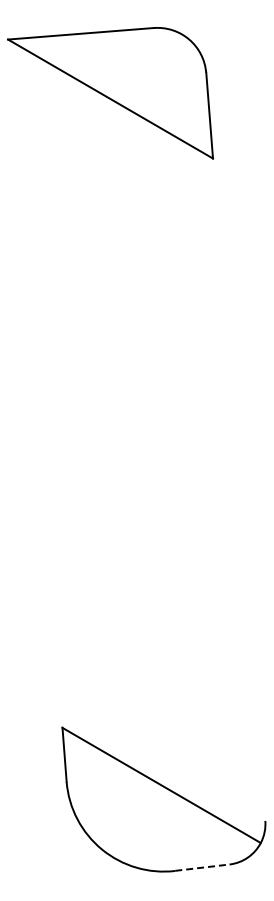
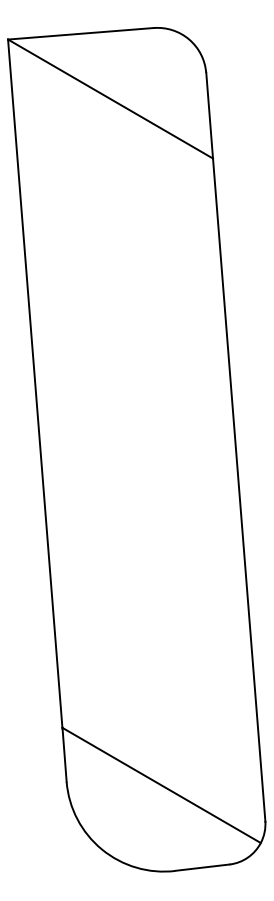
line at (35, 383): none -> present
line at (239, 489): none -> present
line at (202, 867): dashed -> solid
